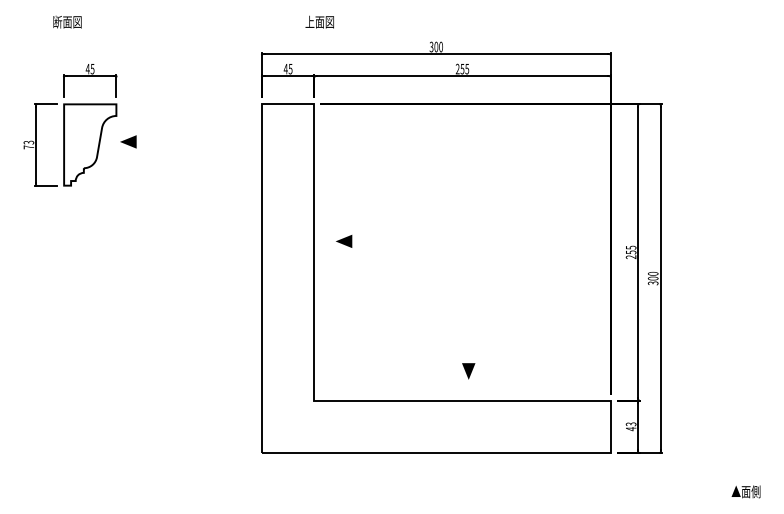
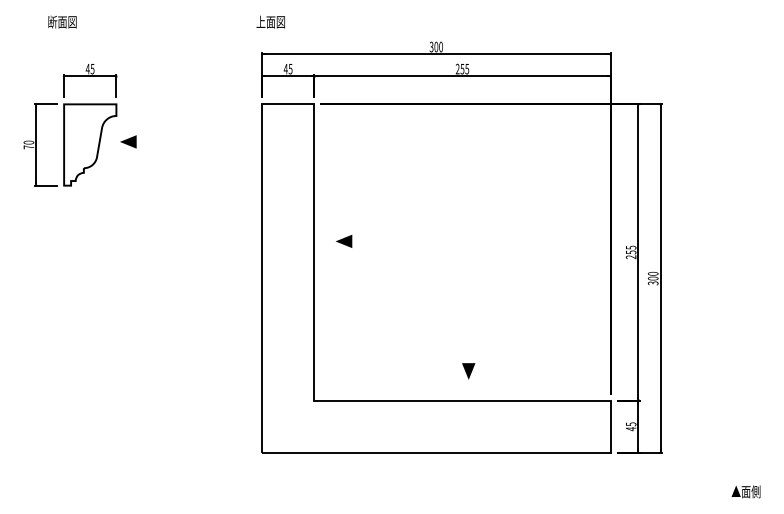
text at (67, 21) position: (67, 21) -> (62, 21)
text at (319, 21) position: (319, 21) -> (270, 21)
text at (28, 142): 73 -> 70
text at (628, 423): 43 -> 45
